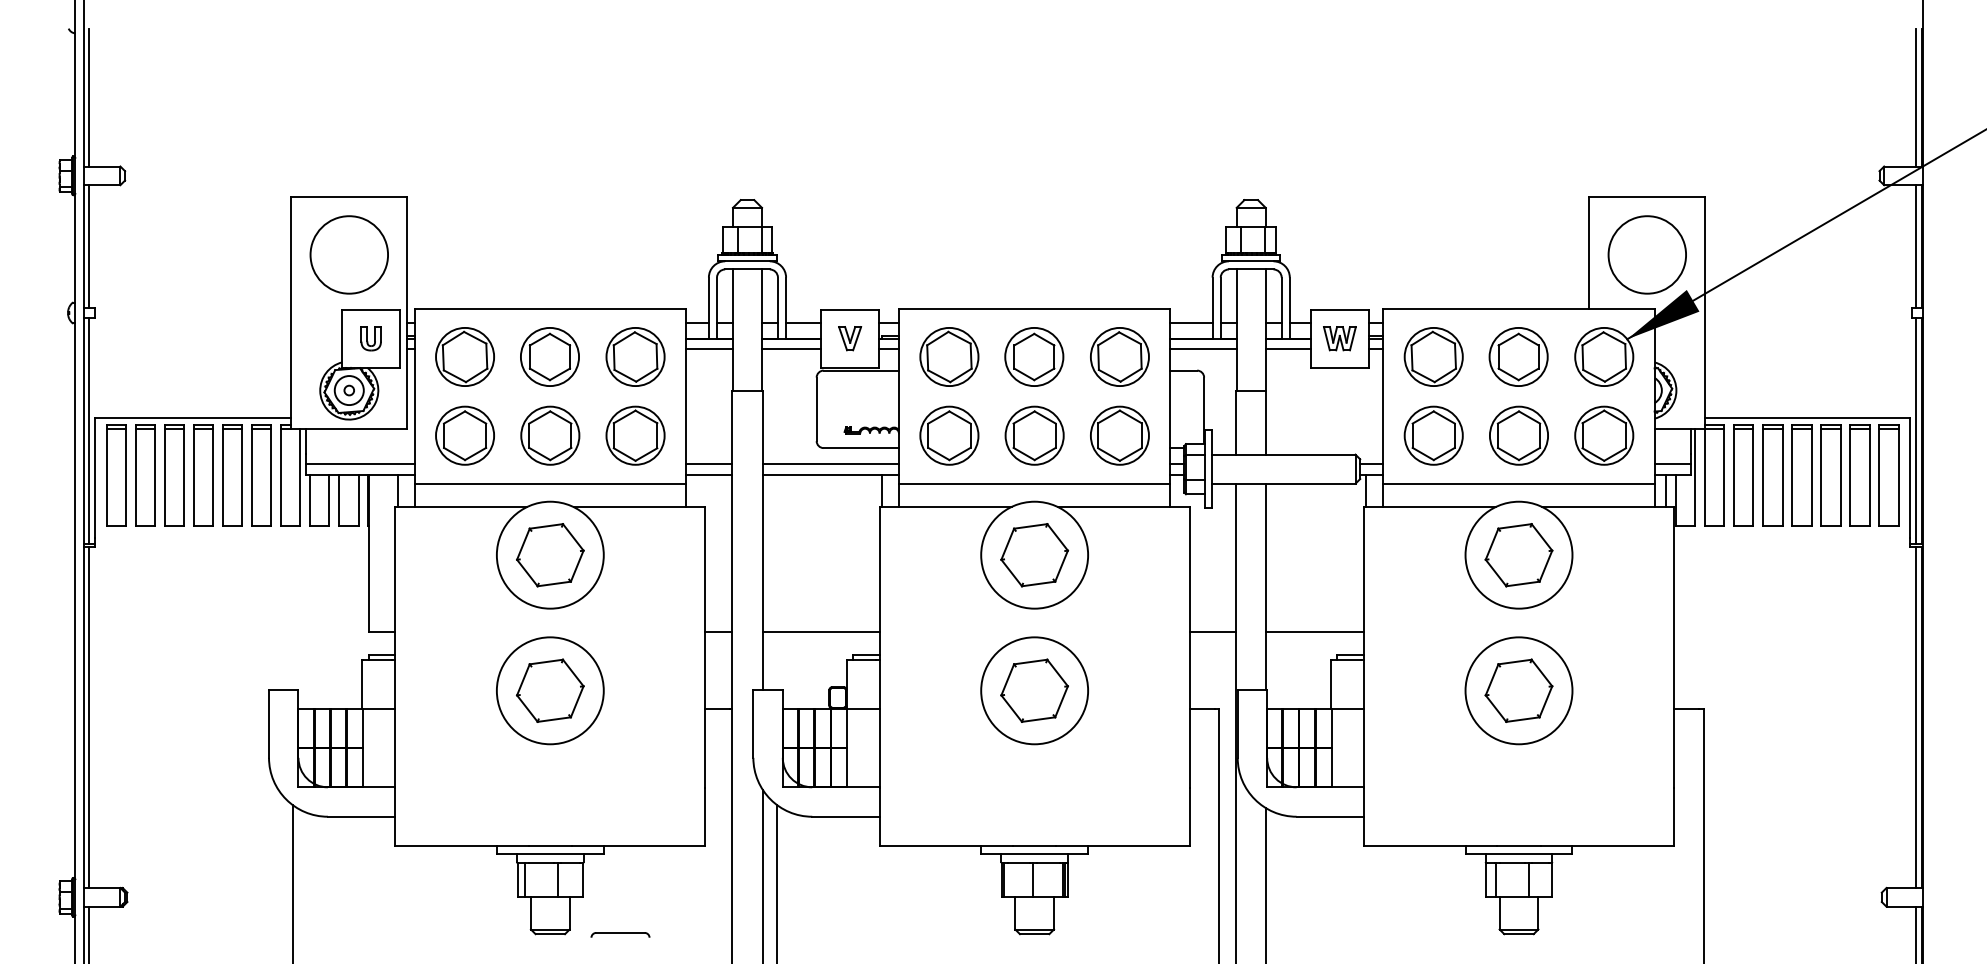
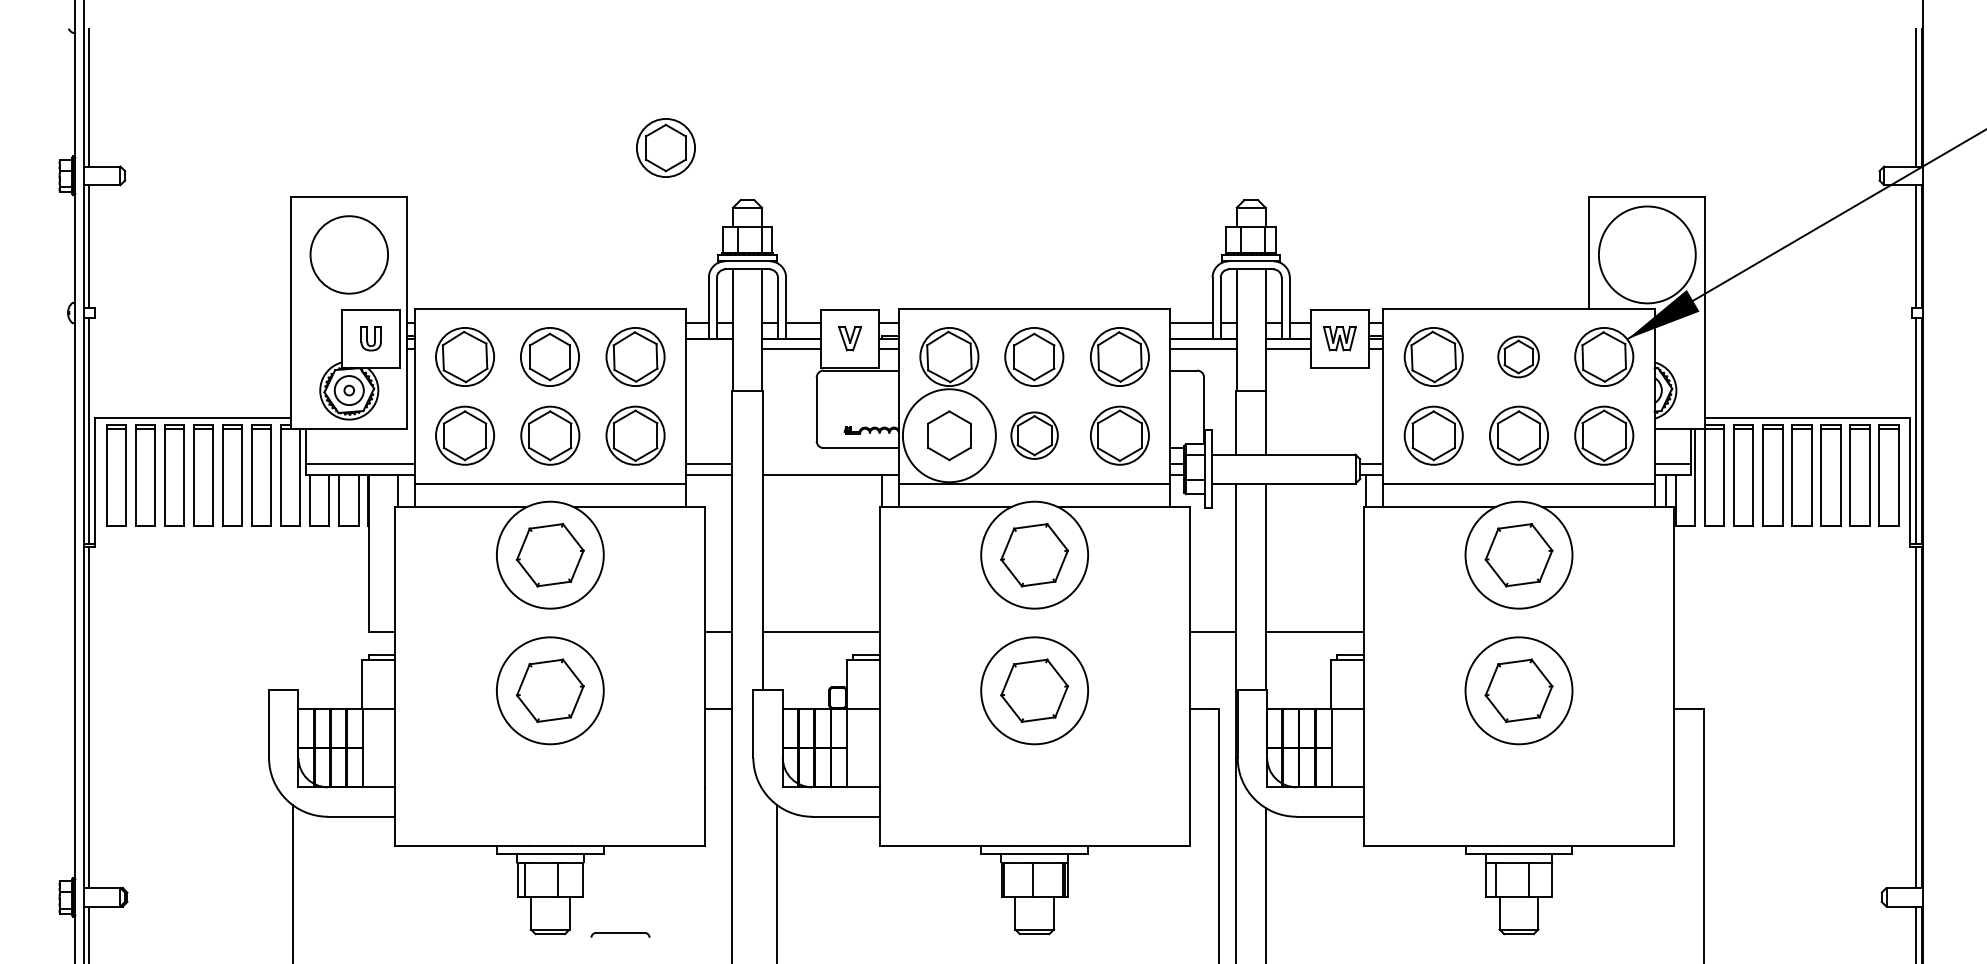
part at (665, 147): none -> present
circle at (1647, 254) diameter: 77 px -> 97 px
line at (708, 349): present -> none
part at (1518, 356) size: 61x60 px -> 43x44 px
circle at (949, 435) diameter: 58 px -> 93 px
part at (1034, 435) size: 61x61 px -> 49x49 px
line at (830, 464): present -> none
line at (762, 874): present -> none
